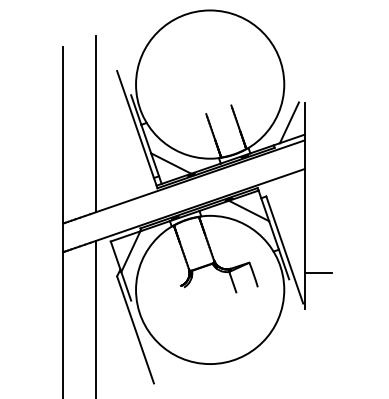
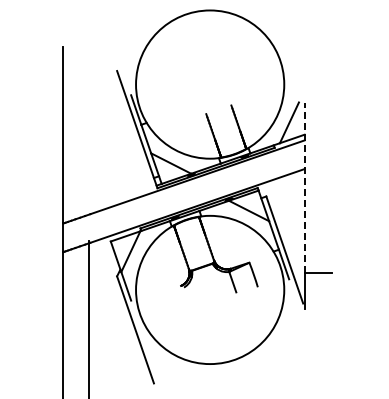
line at (95, 123): present -> none
line at (304, 188): solid -> dashed
line at (95, 317) position: (95, 317) -> (88, 317)
